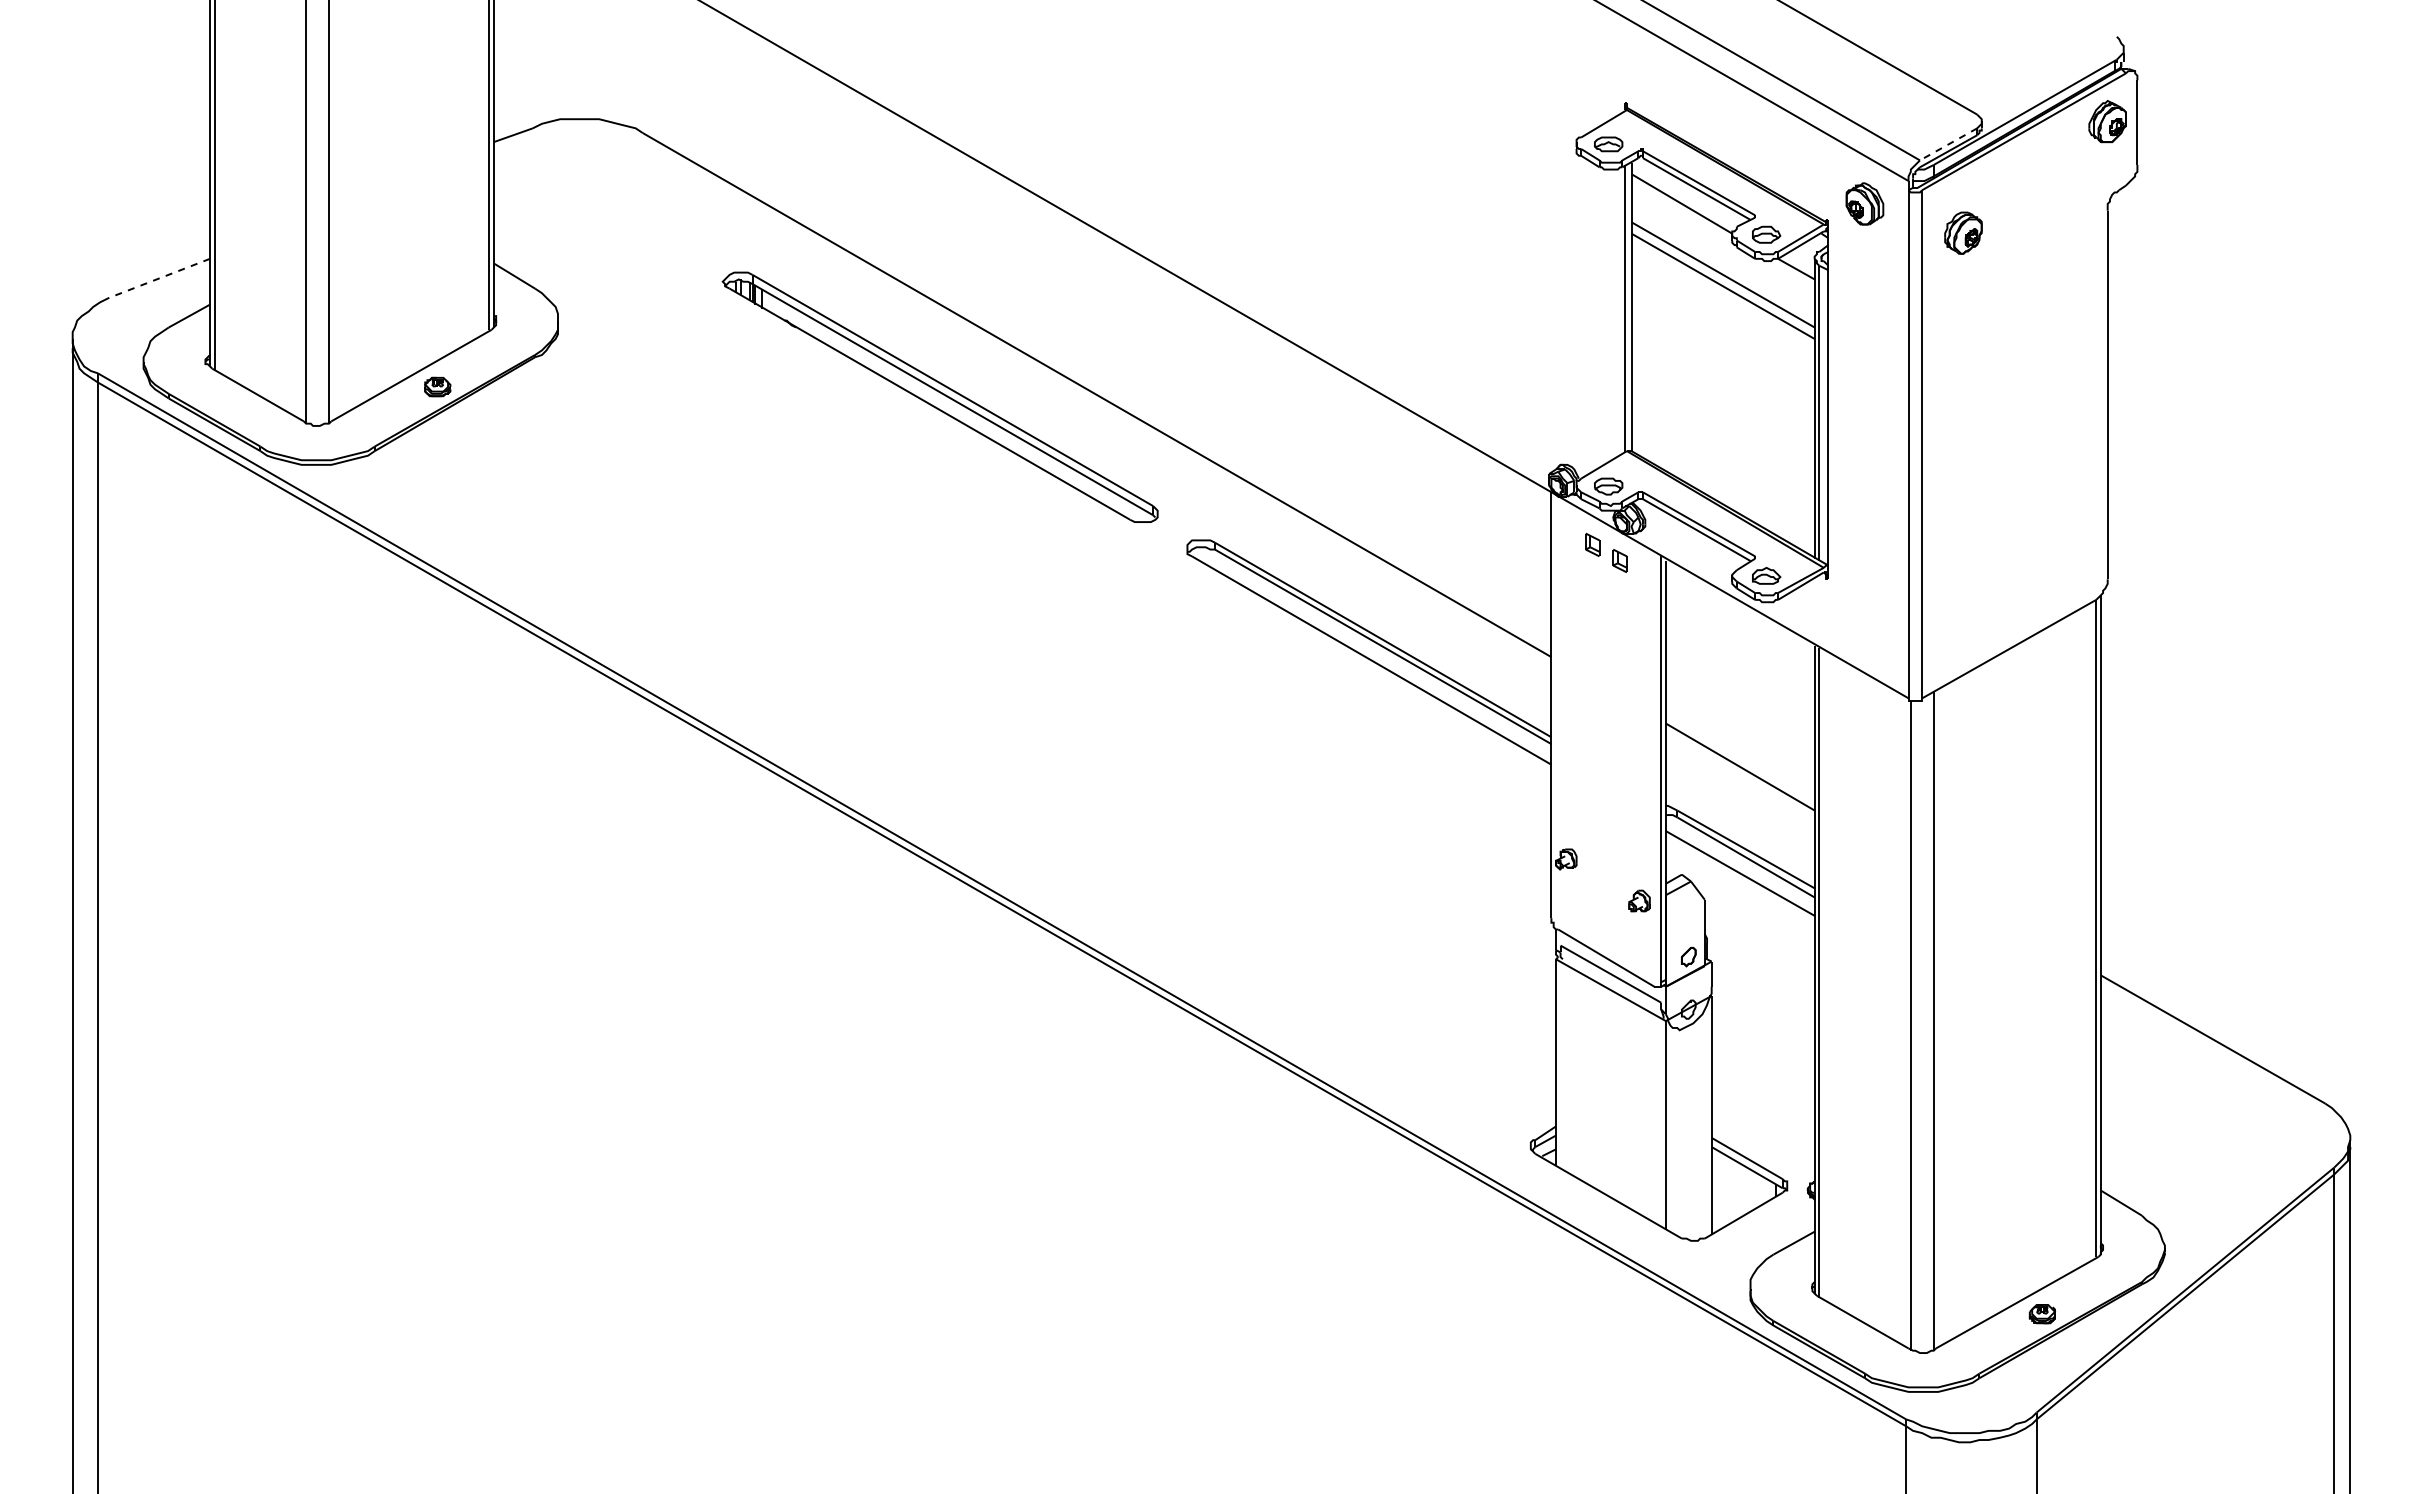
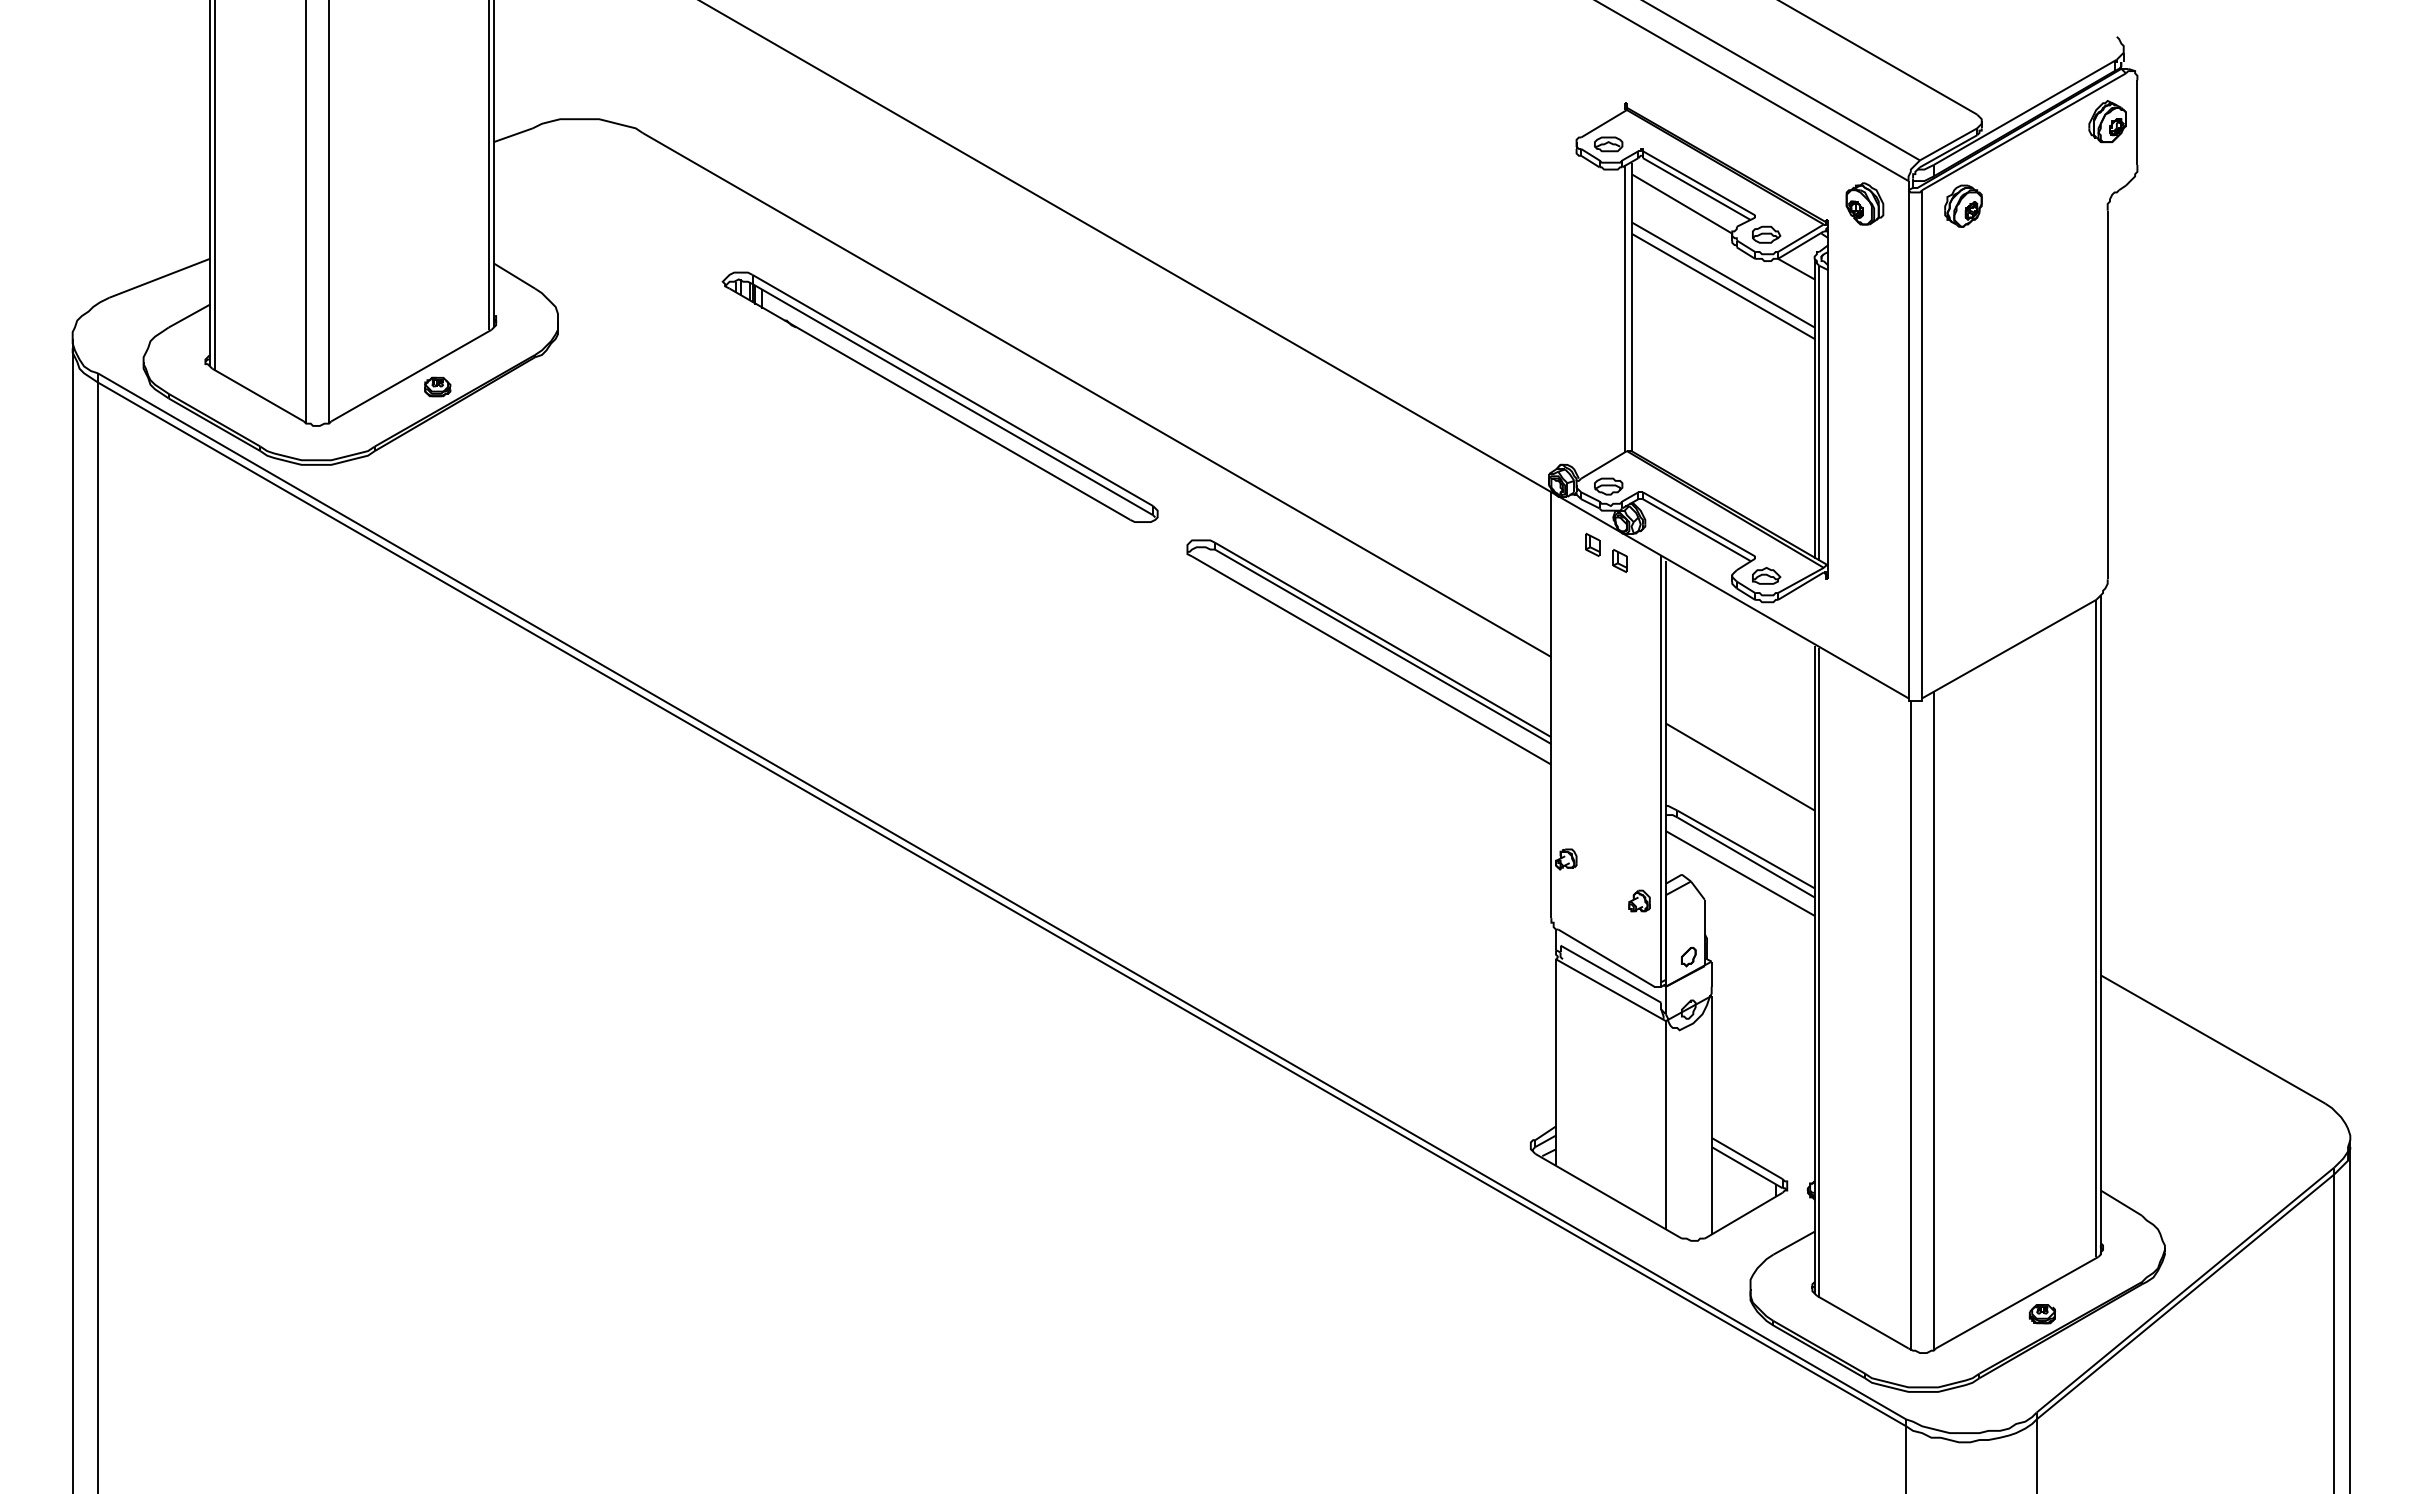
line at (1948, 144): dashed -> solid
part at (1963, 232) position: (1963, 232) -> (1963, 205)
line at (159, 278): dashed -> solid
